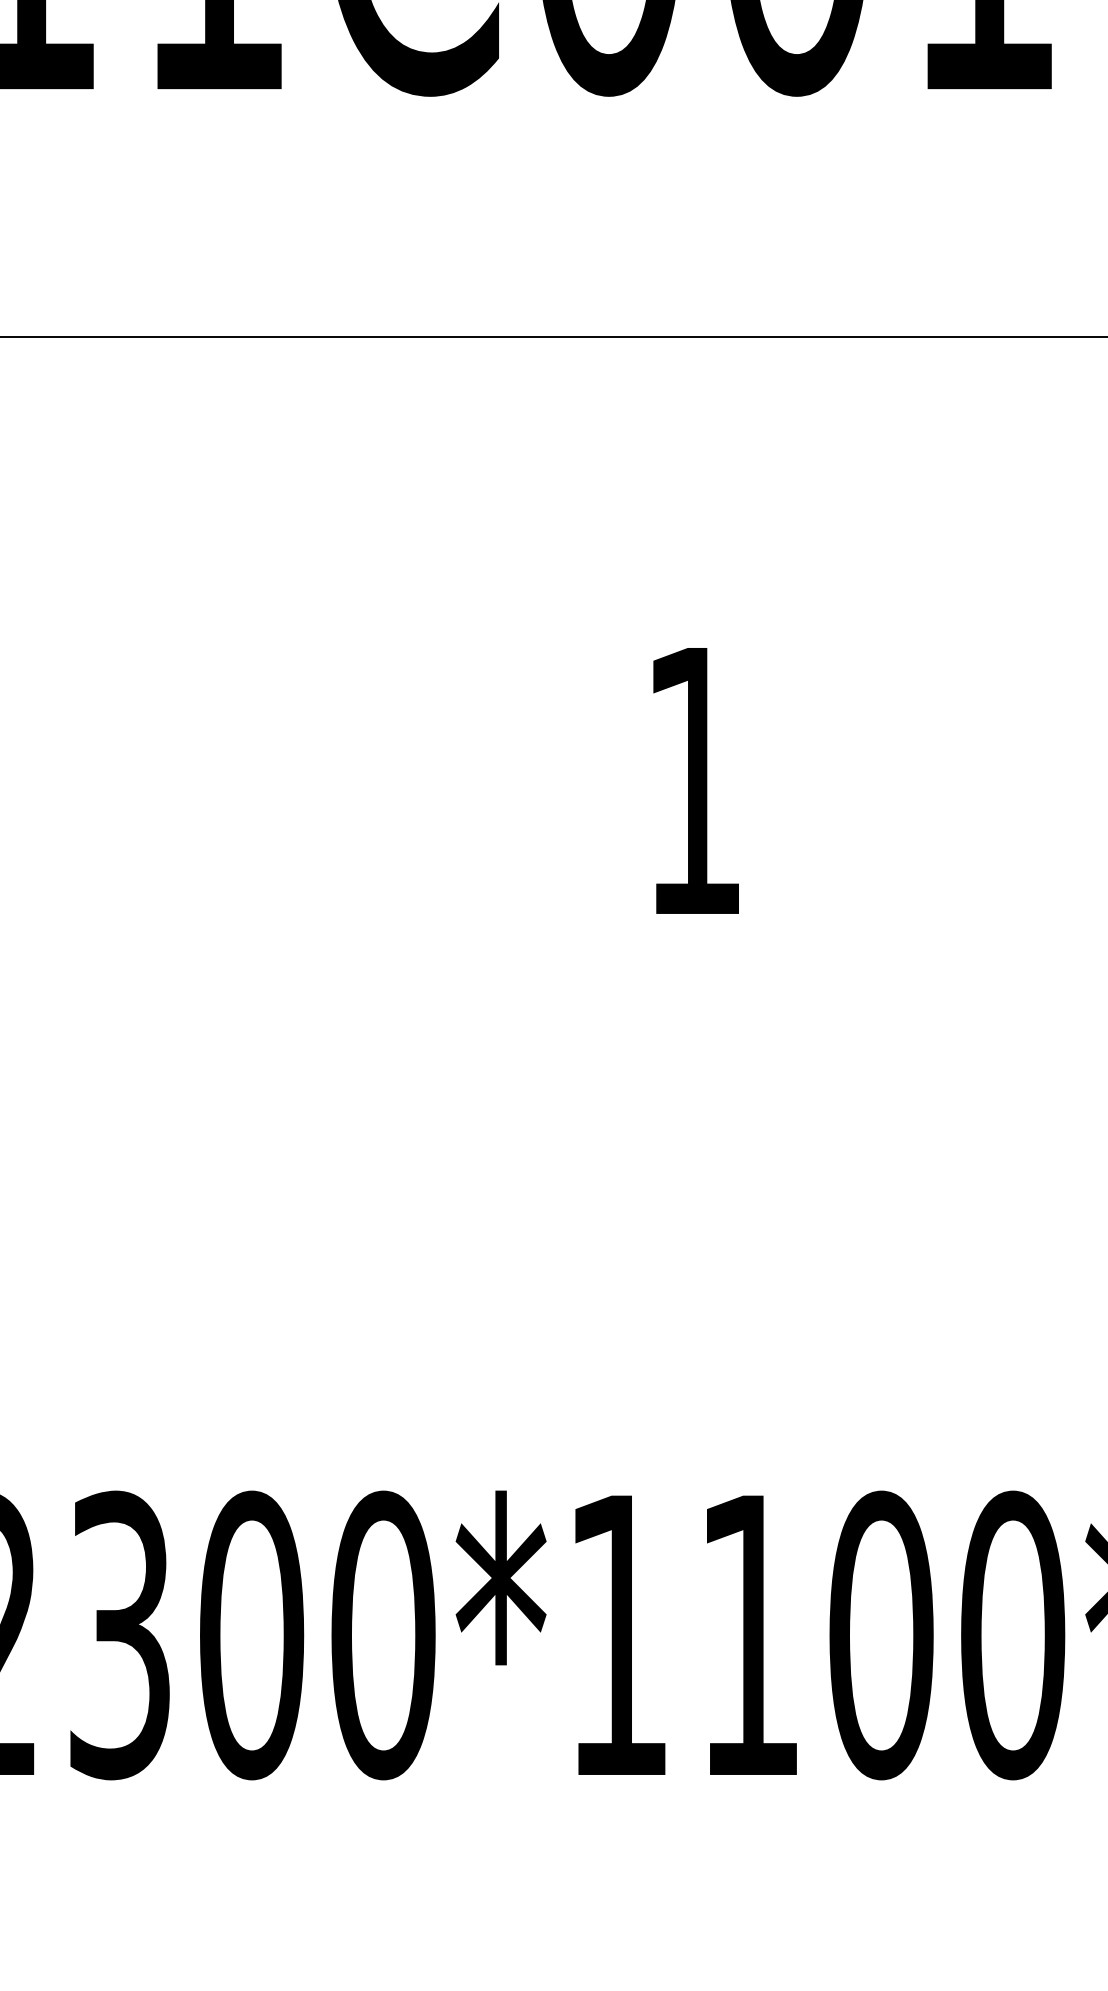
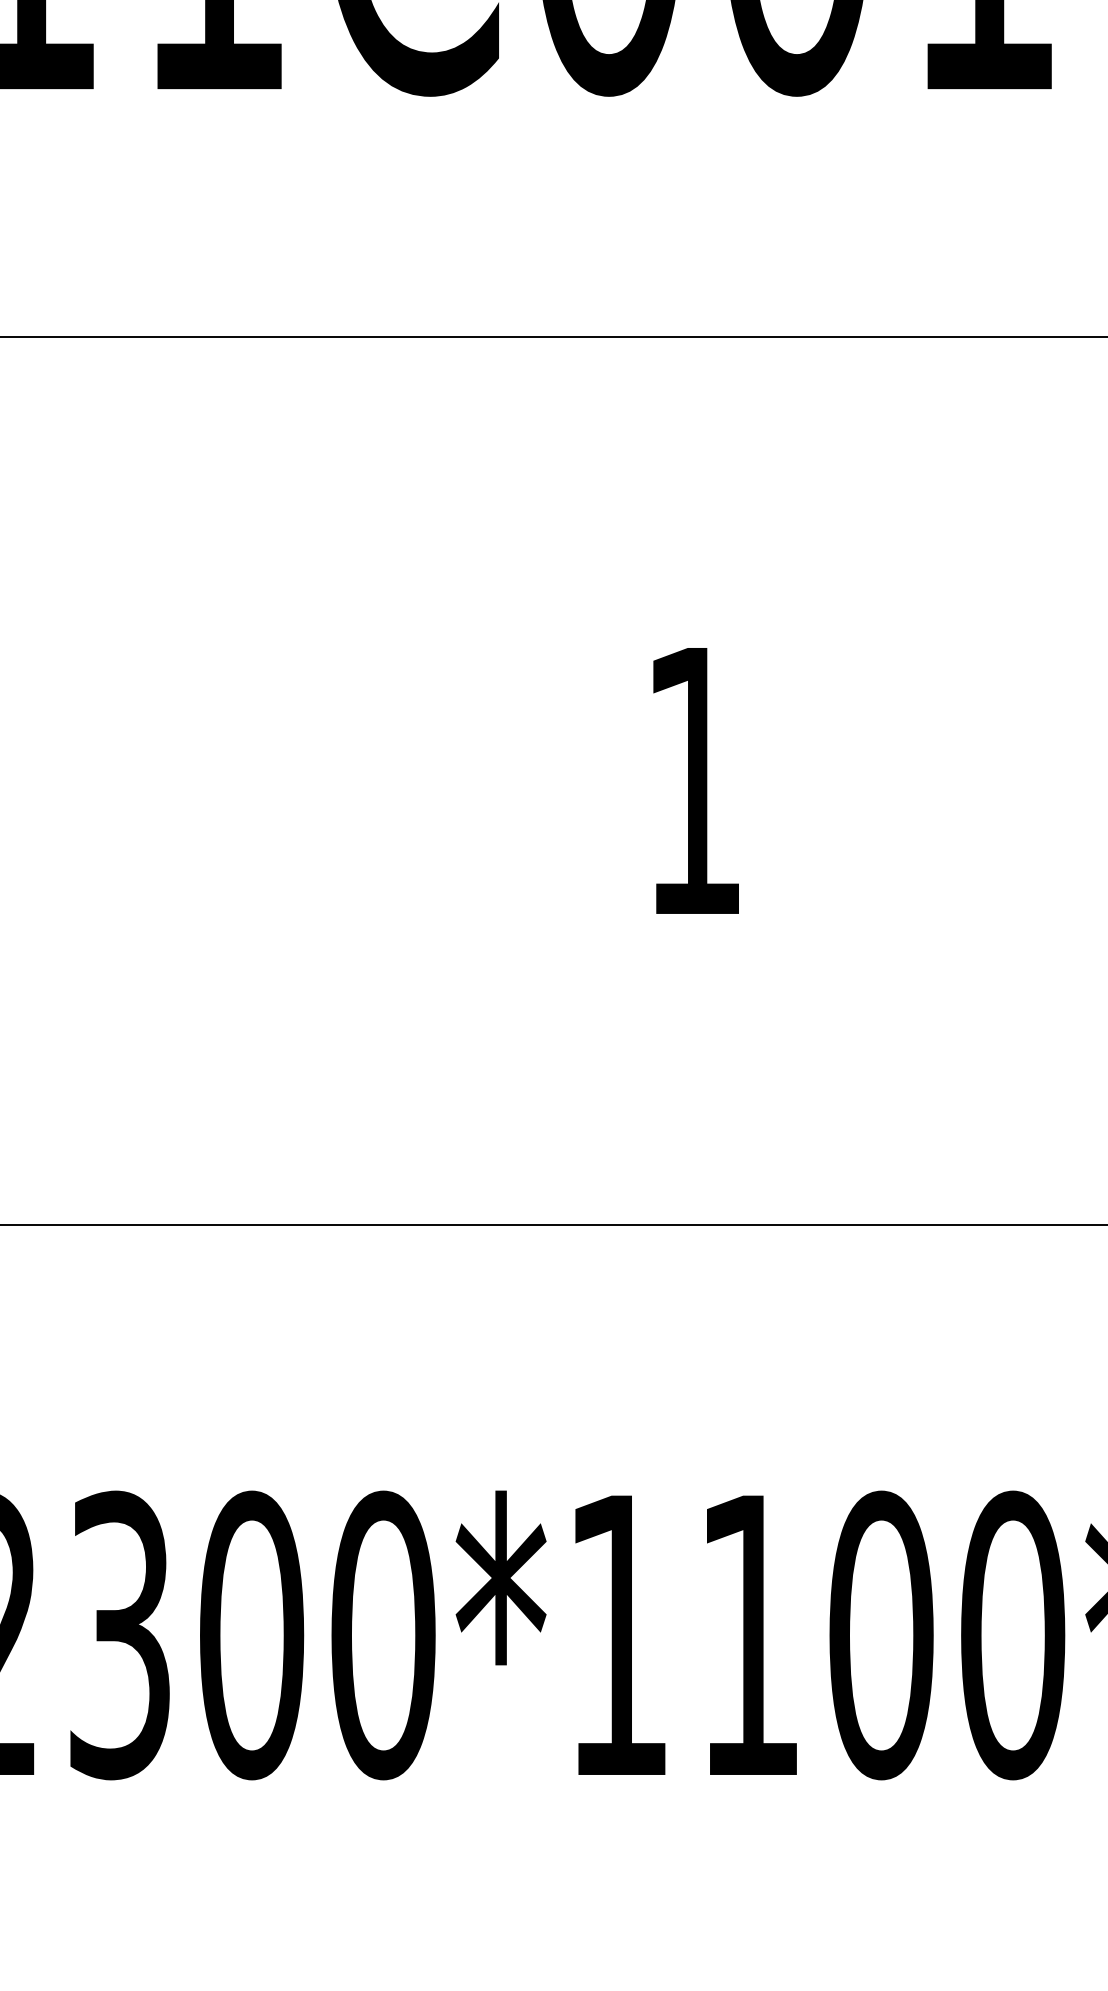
line at (553, 1225): none -> present
